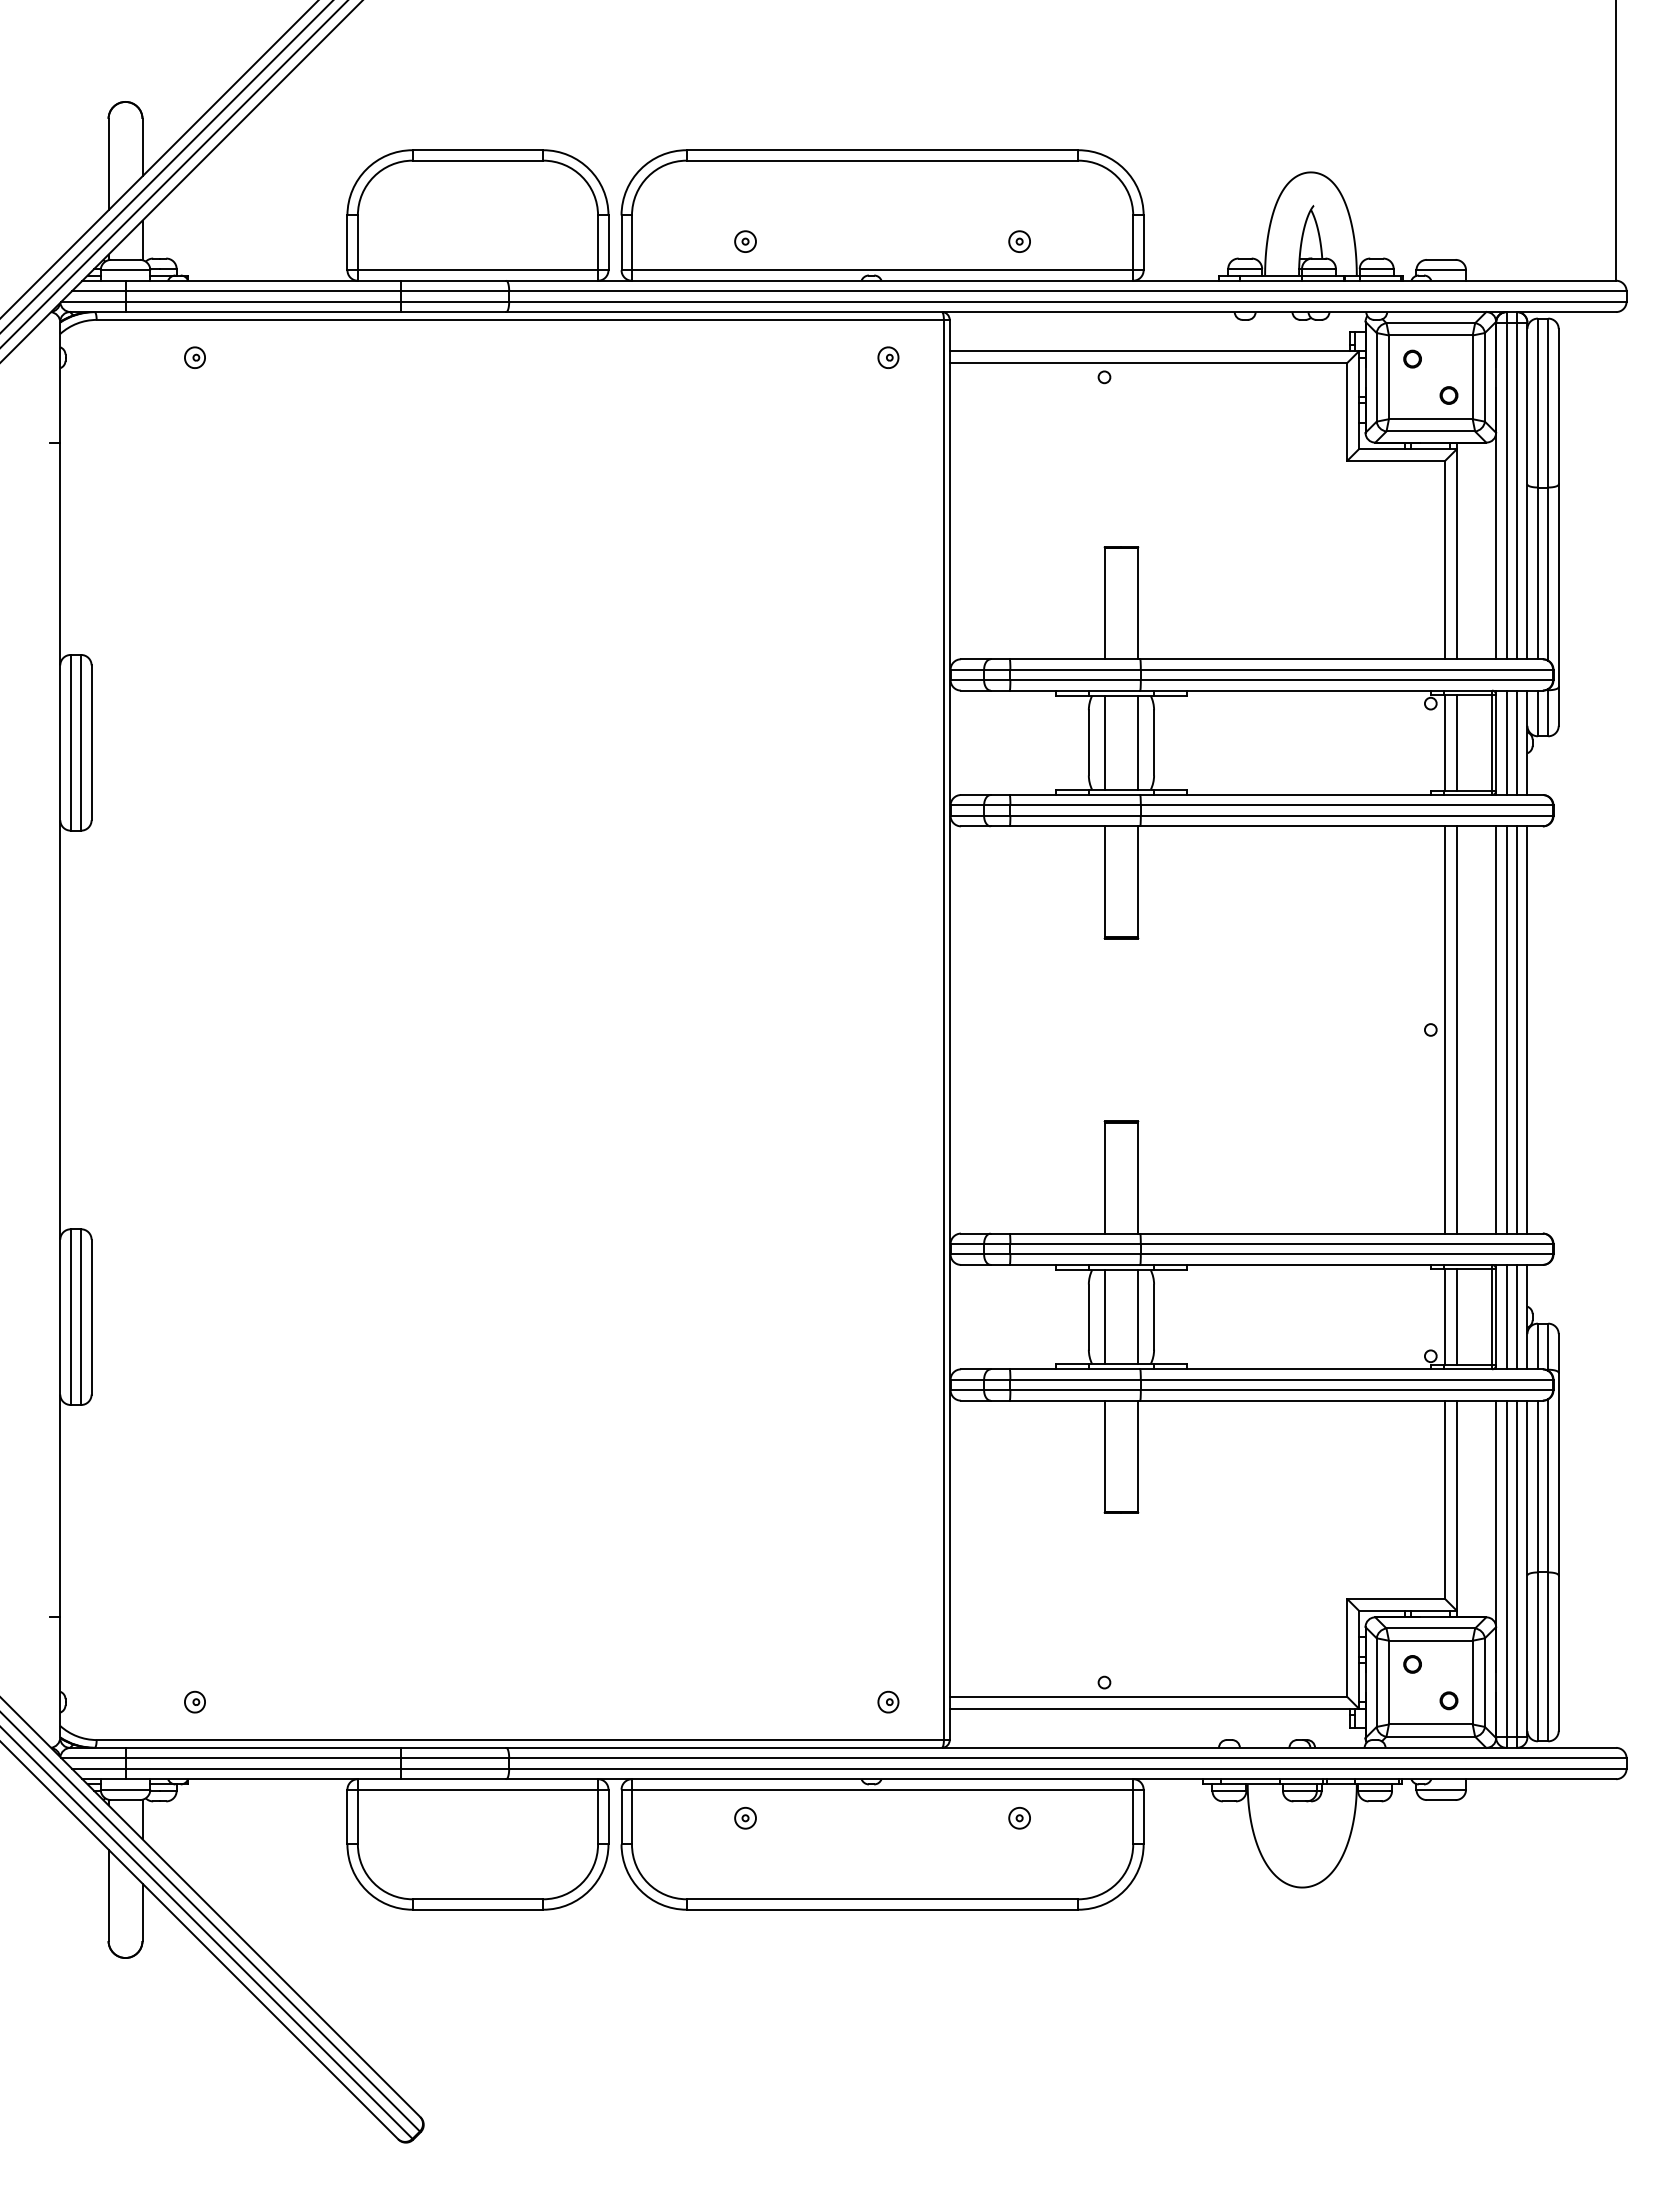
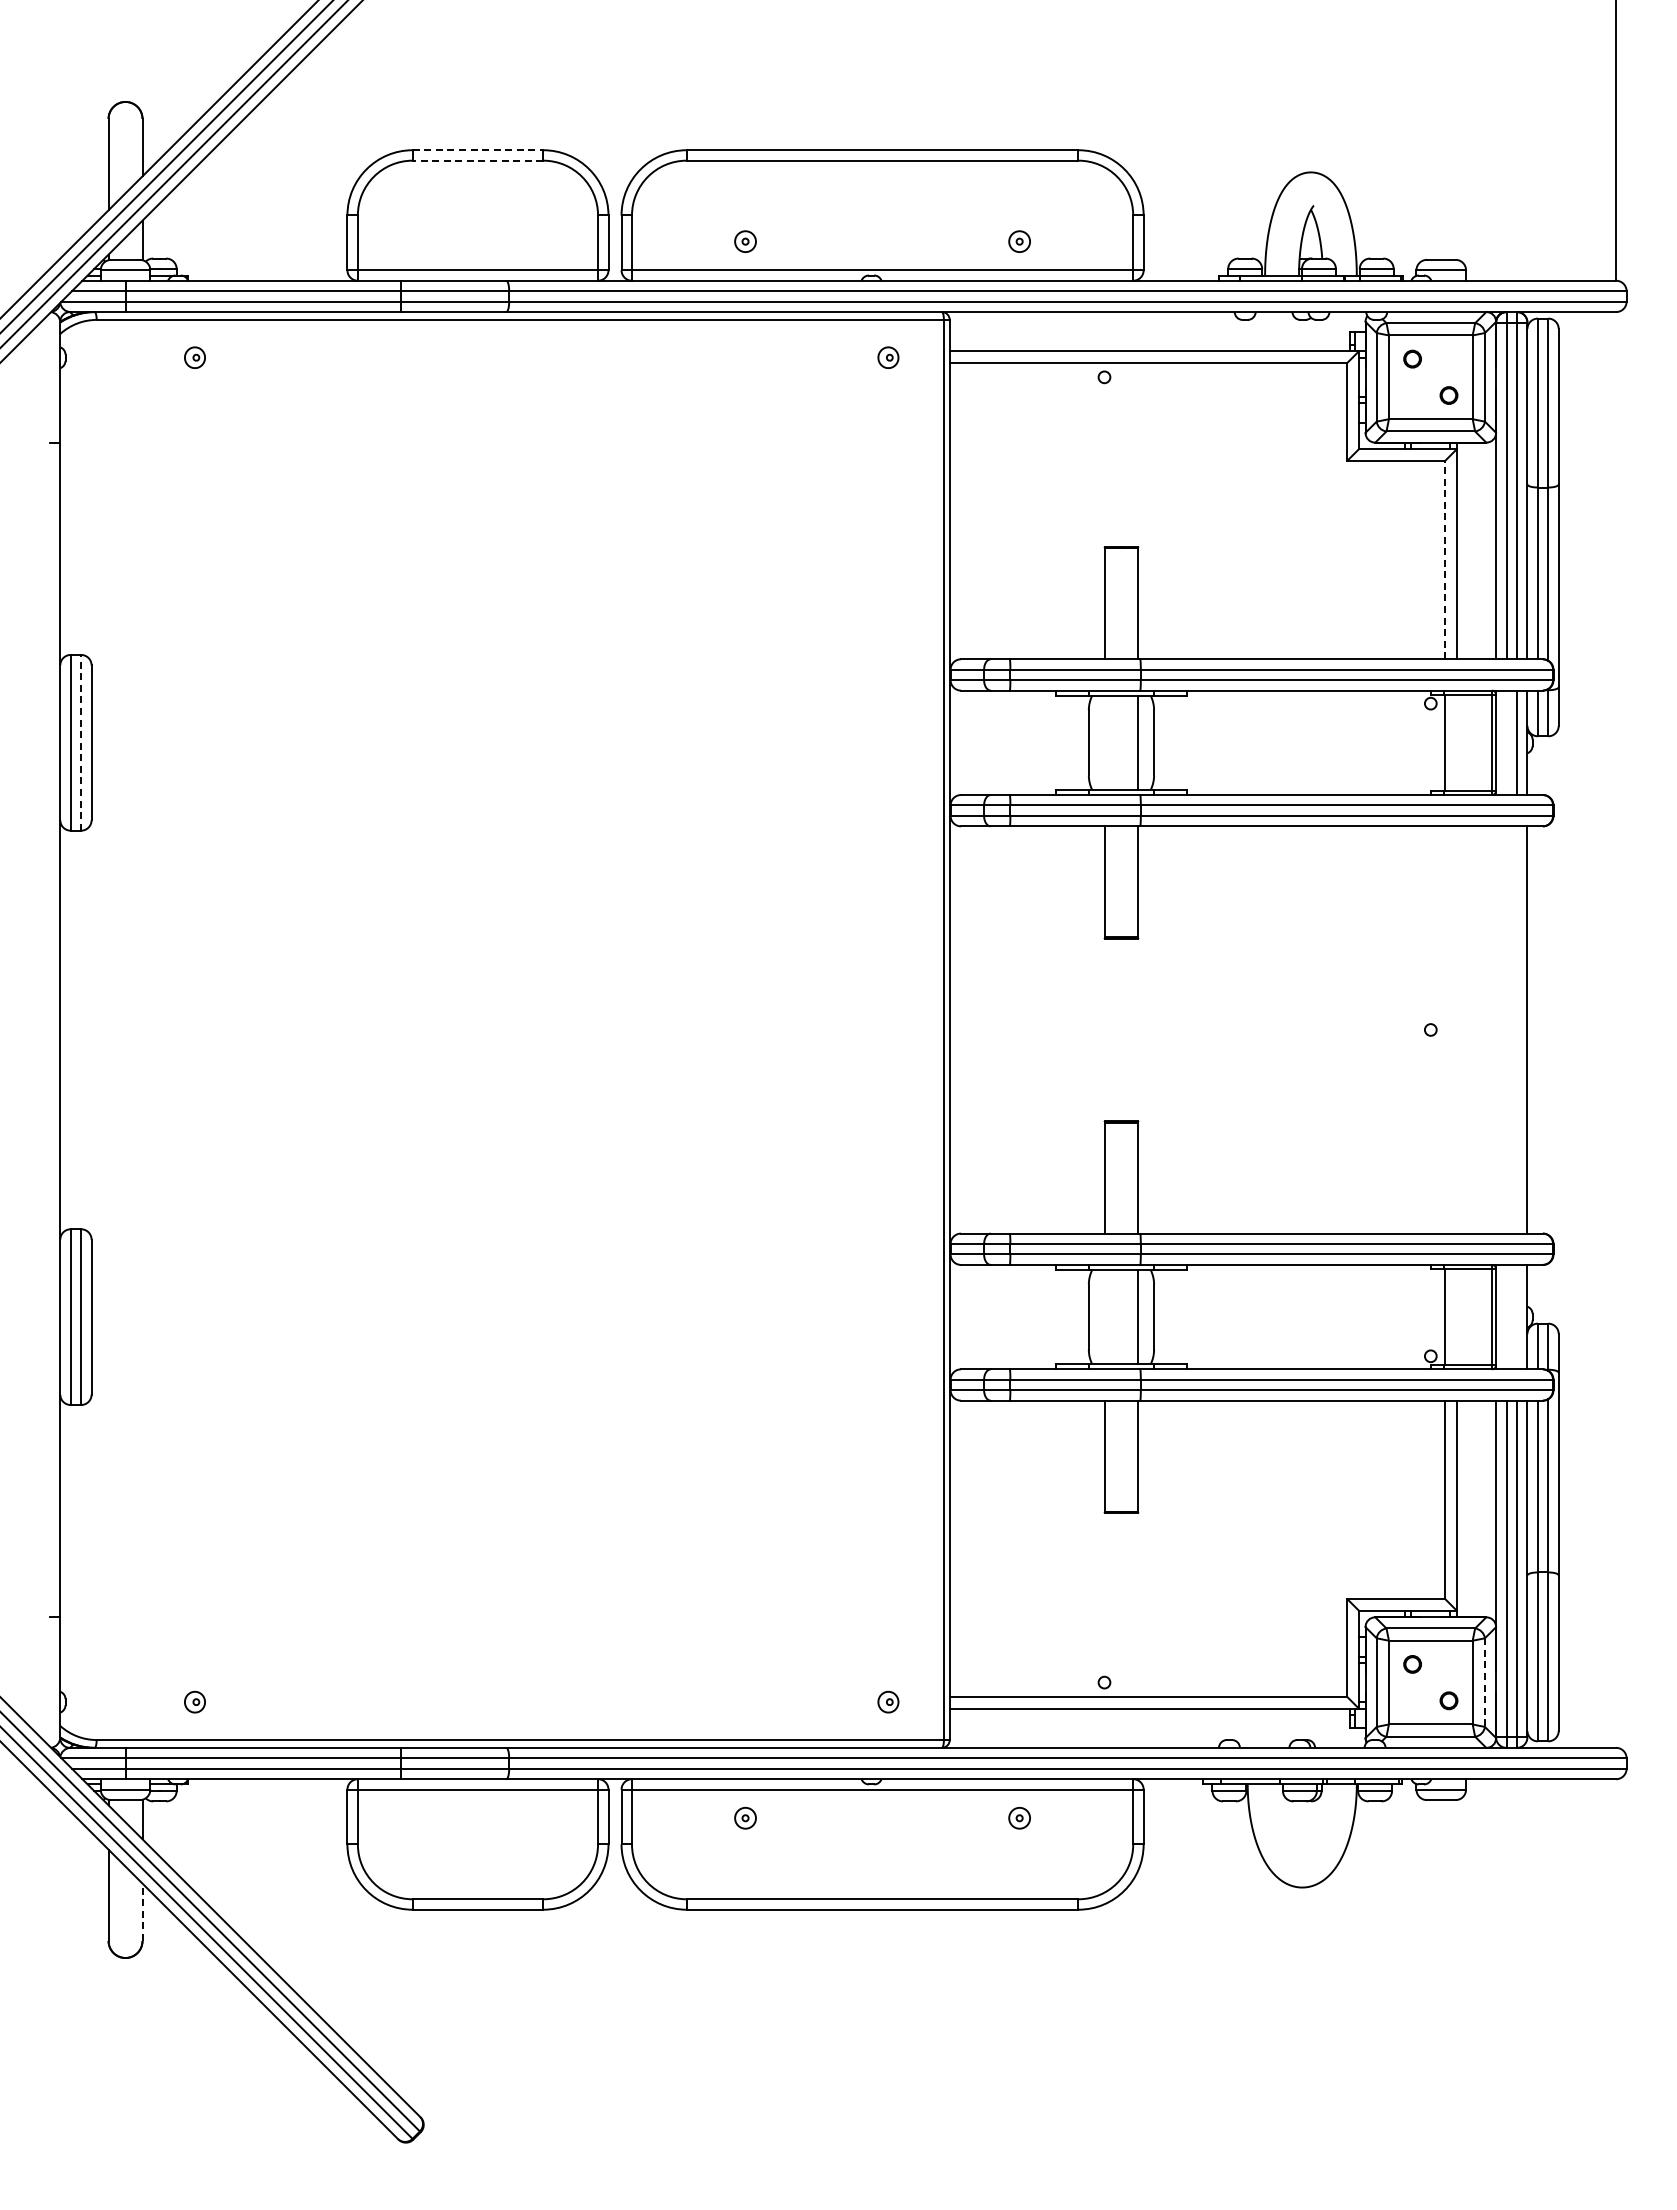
line at (478, 150): solid -> dashed
line at (477, 160): solid -> dashed
line at (1445, 559): solid -> dashed
line at (81, 742): solid -> dashed
line at (1104, 742): present -> none
line at (1456, 742): present -> none
line at (1506, 742): present -> none
line at (1445, 1029): present -> none
line at (1456, 1029): present -> none
line at (1496, 1029): present -> none
line at (1506, 1029): present -> none
line at (1516, 1029): present -> none
line at (1456, 1316): present -> none
line at (1506, 1316): present -> none
line at (1516, 1316): present -> none
line at (1104, 1317): present -> none
line at (1484, 1683): solid -> dashed
line at (142, 1912): solid -> dashed
